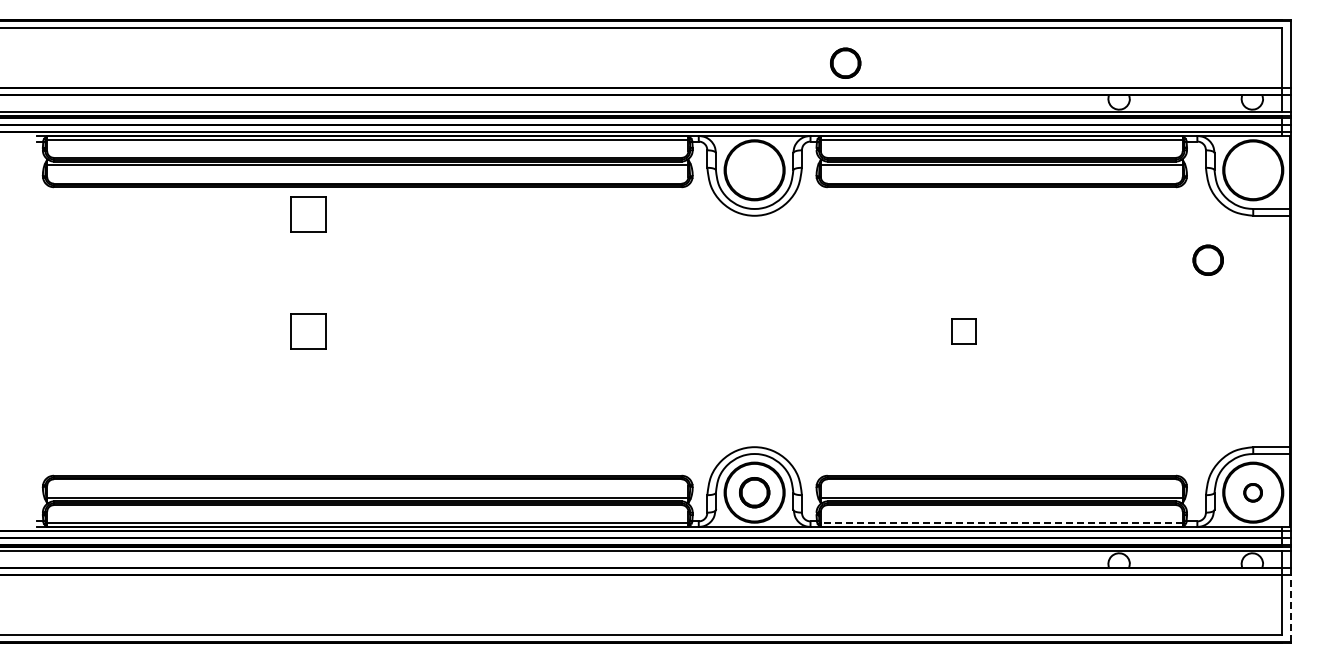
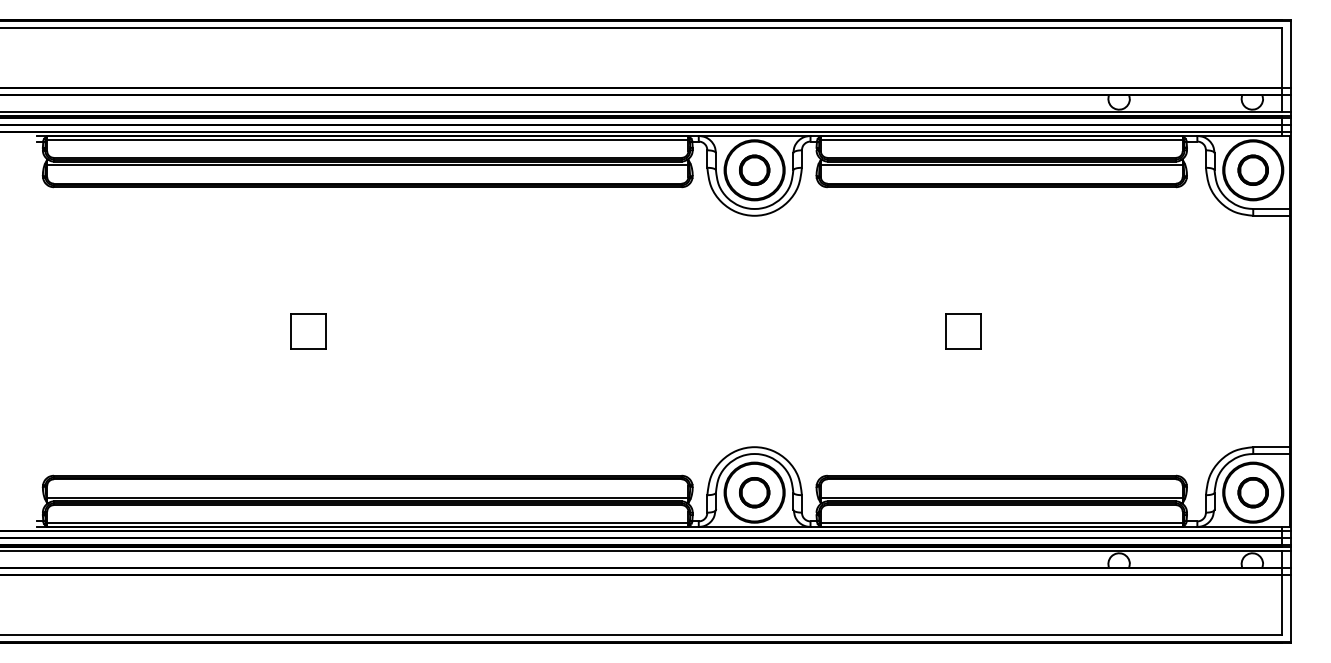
part at (845, 62) position: (845, 62) -> (754, 169)
part at (308, 214): present -> none
part at (1207, 259) position: (1207, 259) -> (1252, 169)
part at (963, 331) size: 26x27 px -> 37x37 px
part at (1252, 492) size: 20x20 px -> 32x32 px
line at (1001, 522): dashed -> solid
line at (1291, 607): dashed -> solid
